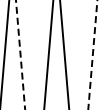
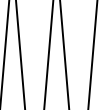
line at (20, 54): dashed -> solid
line at (92, 54): dashed -> solid
